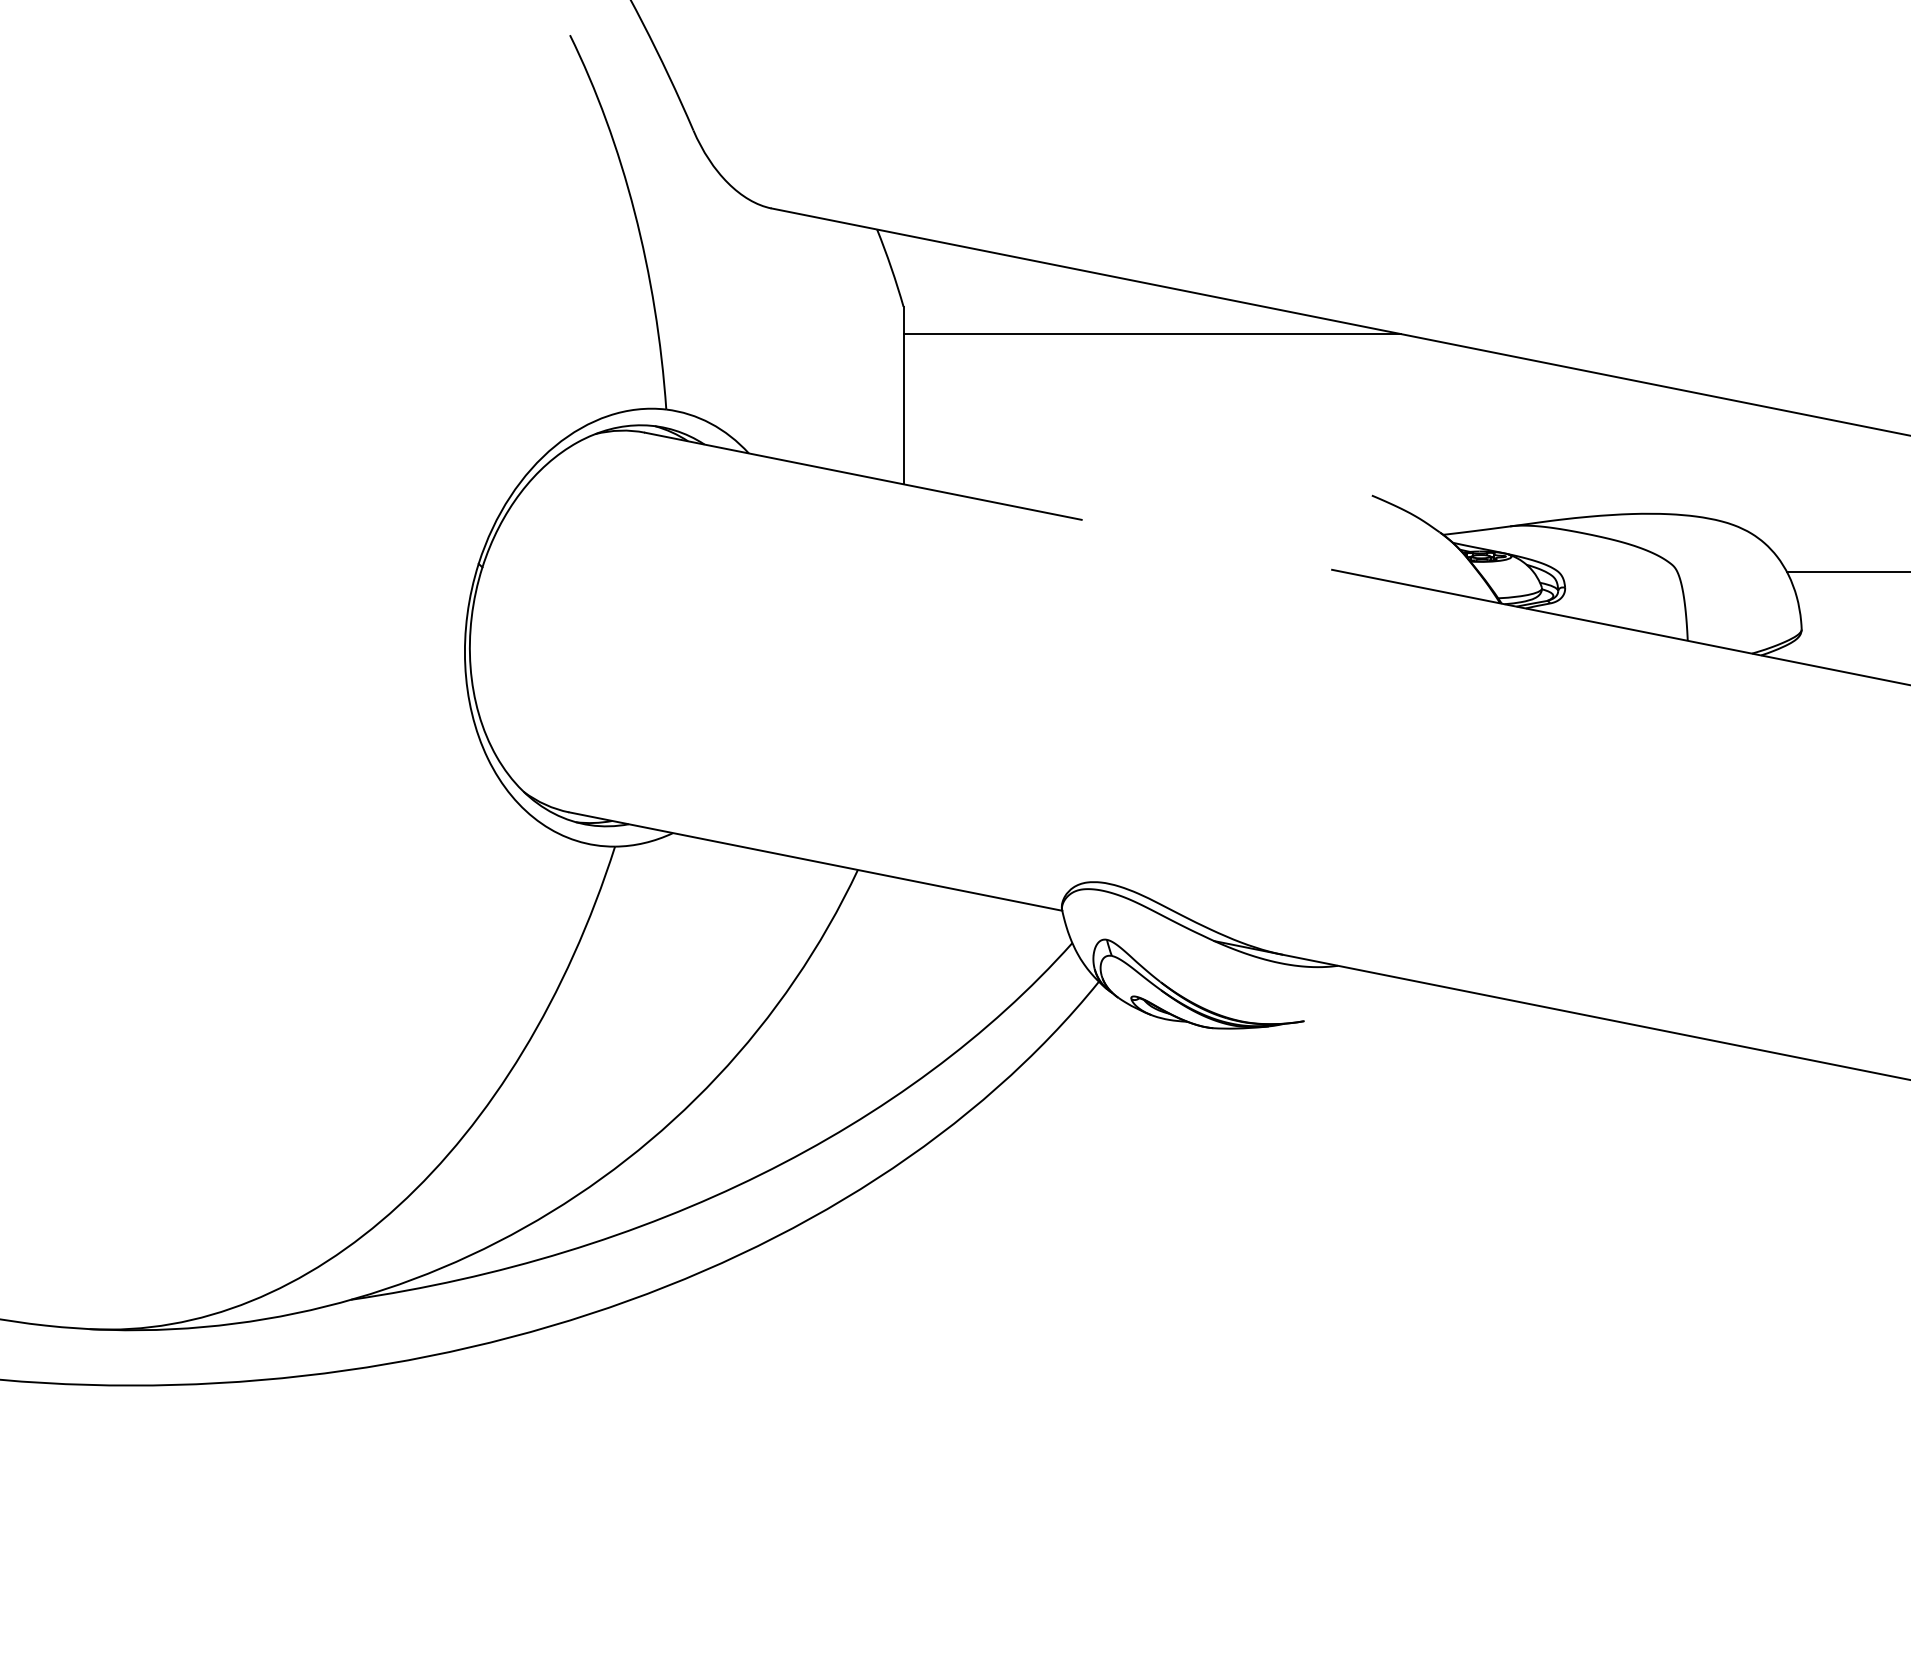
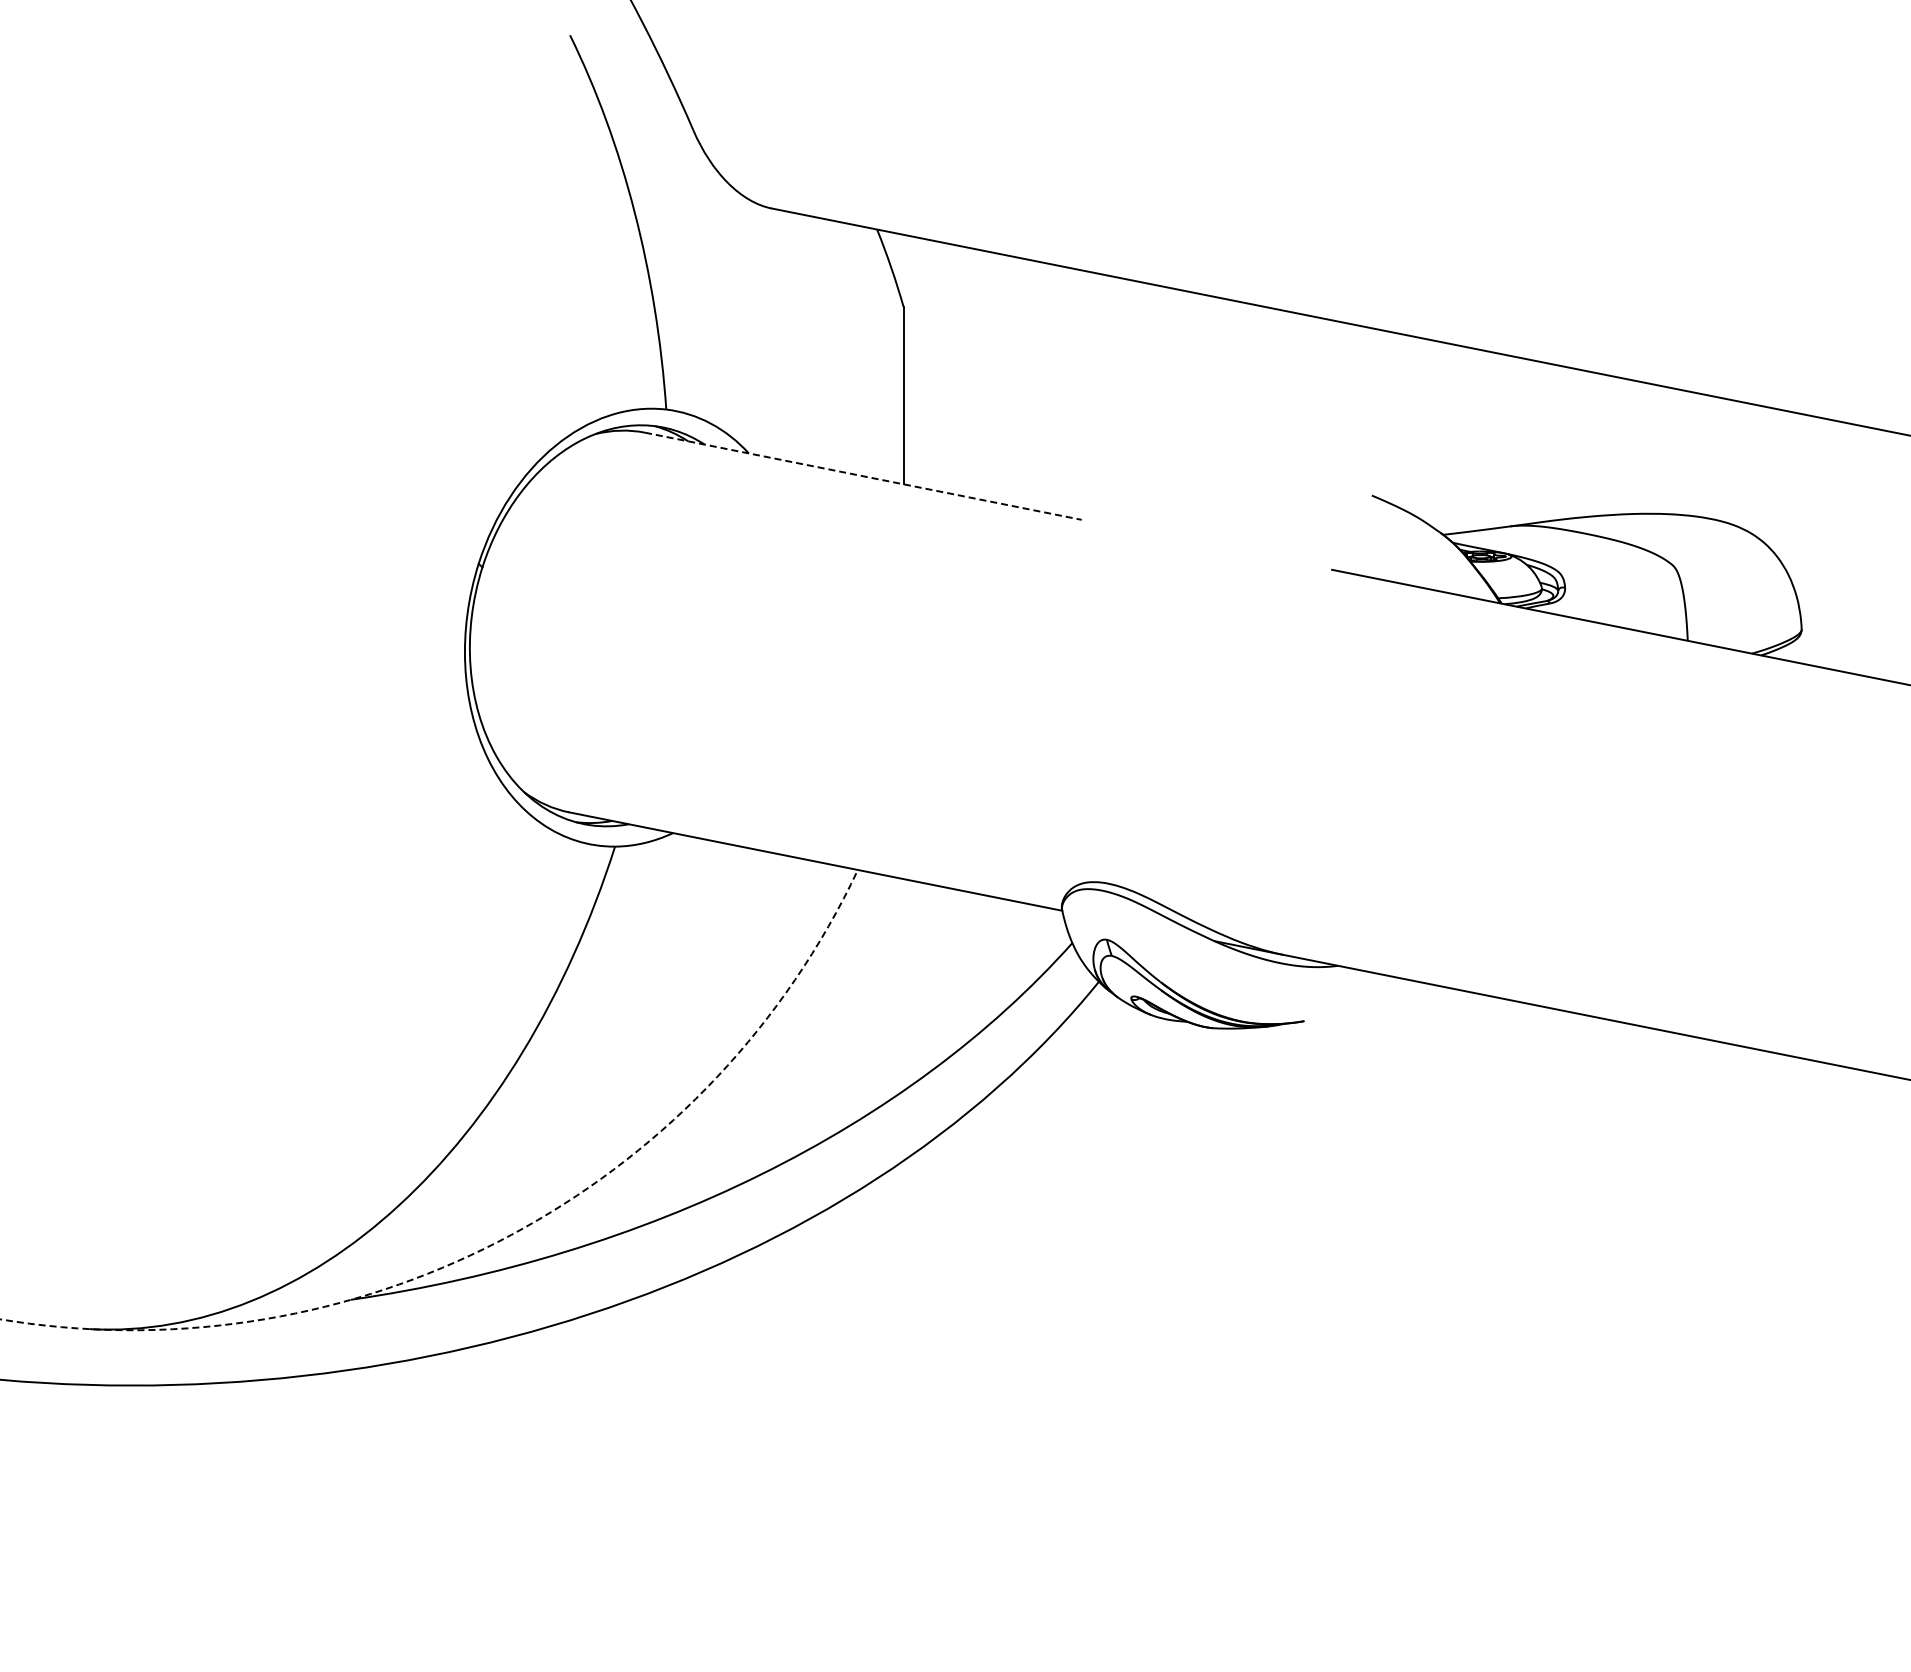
line at (1152, 334): present -> none
line at (863, 476): solid -> dashed
line at (1847, 572): present -> none
arc at (505, 1238): solid -> dashed
